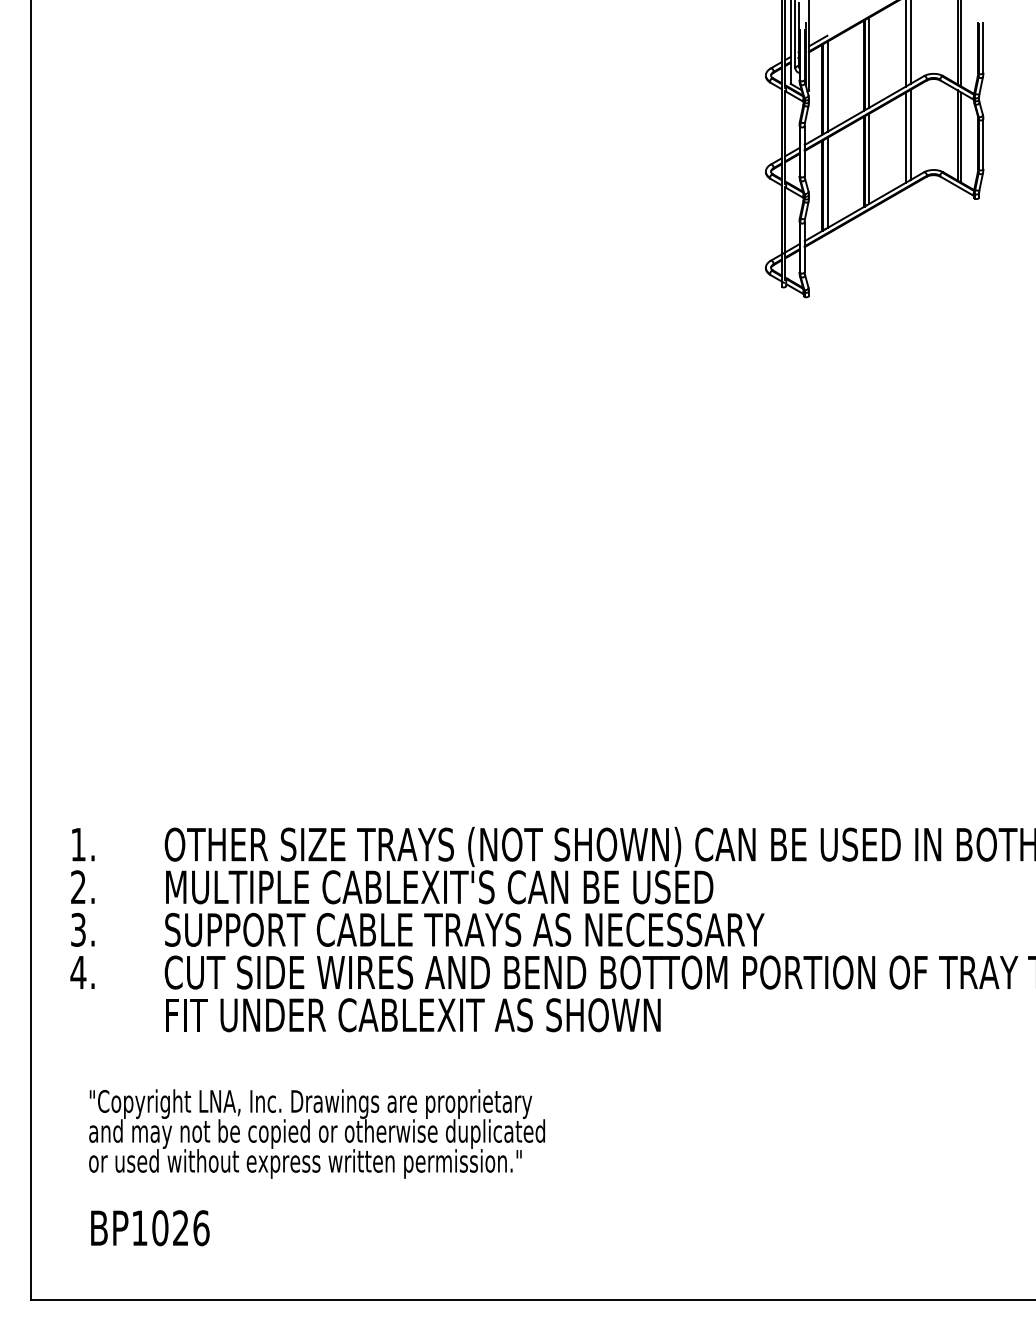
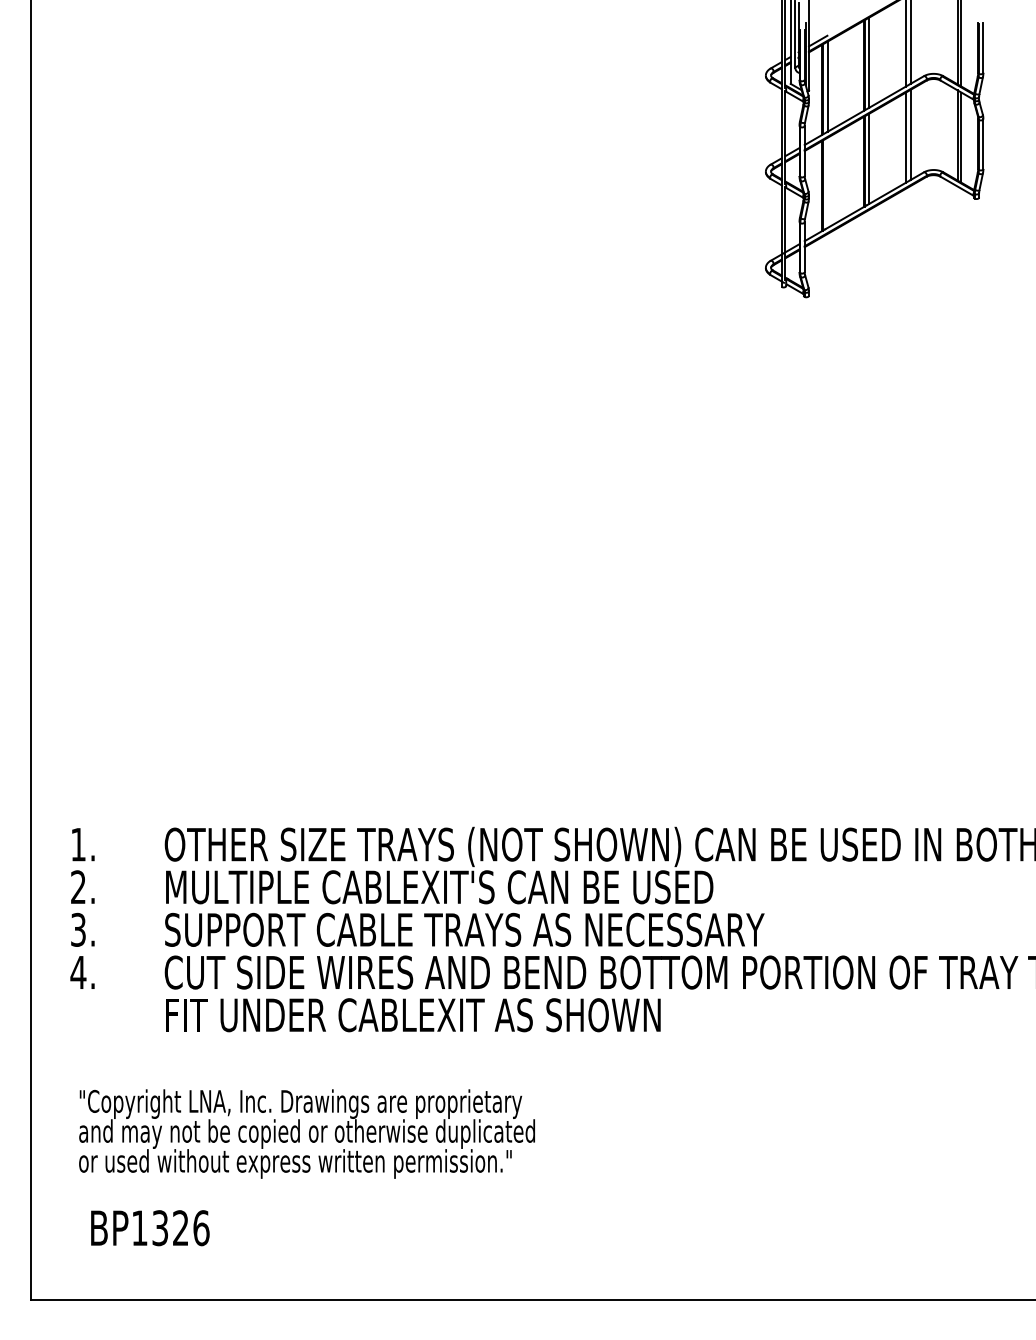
line at (827, 182): present -> none
text at (316, 1133) position: (316, 1133) -> (306, 1133)
text at (160, 1228): BP1026 -> BP1326
